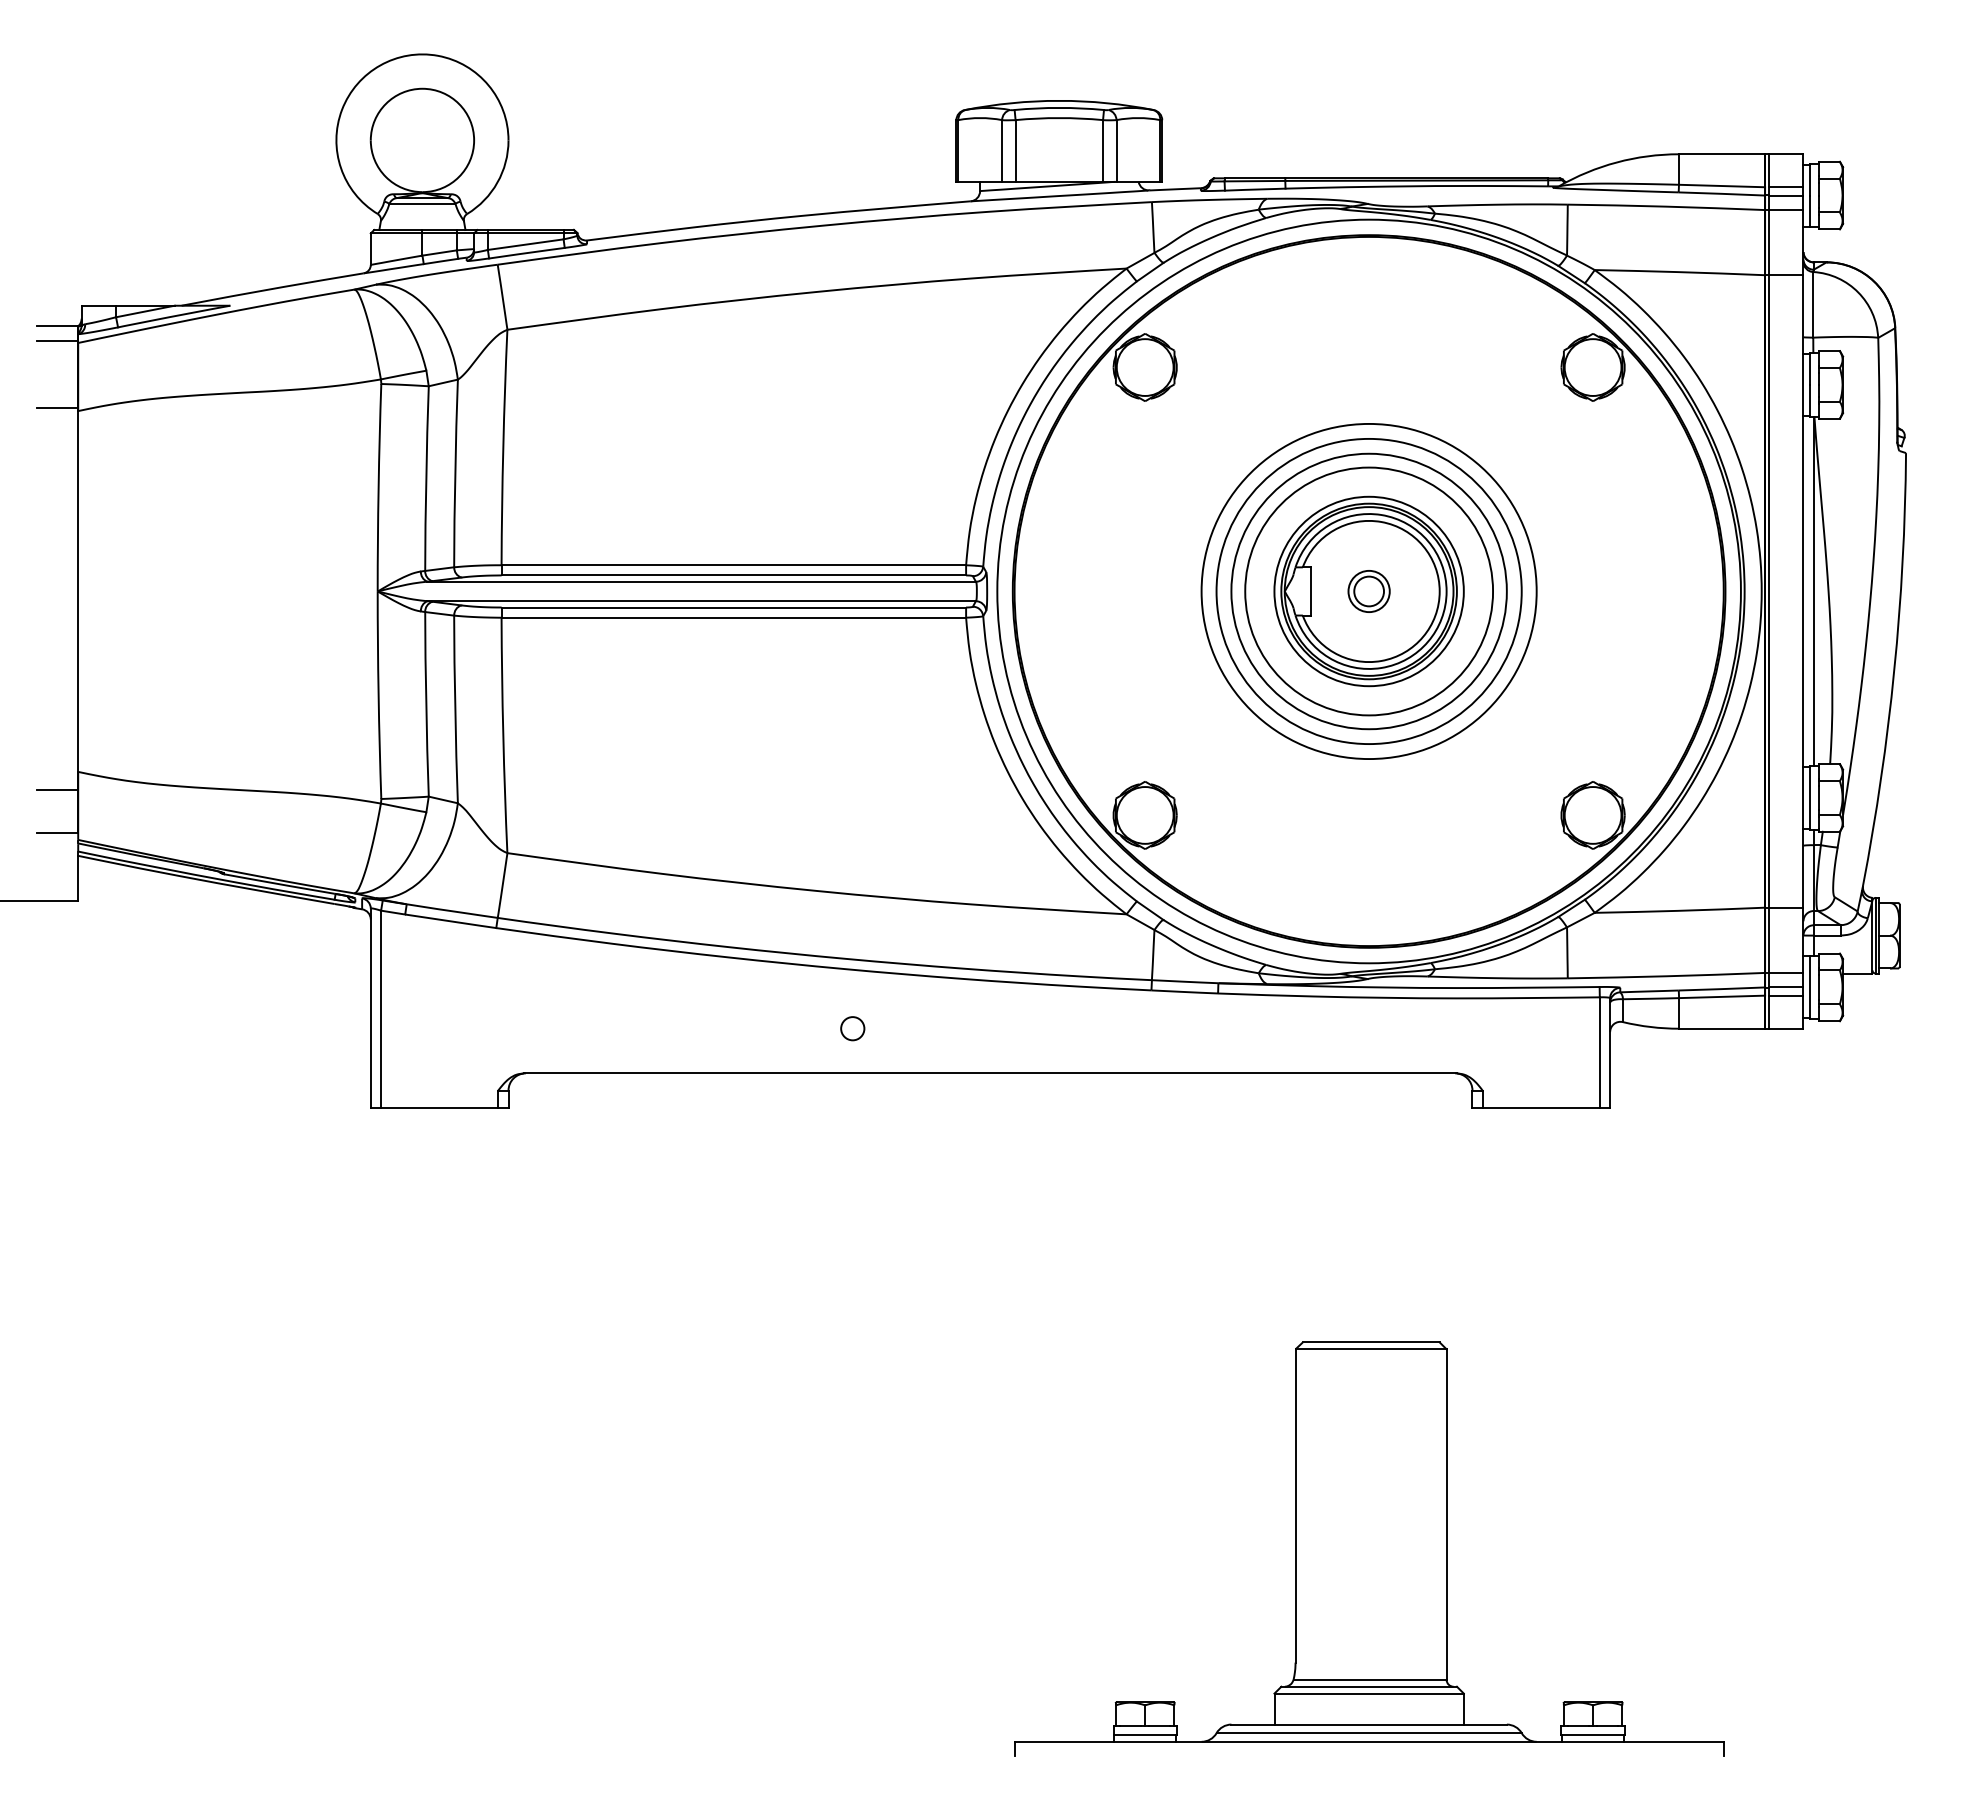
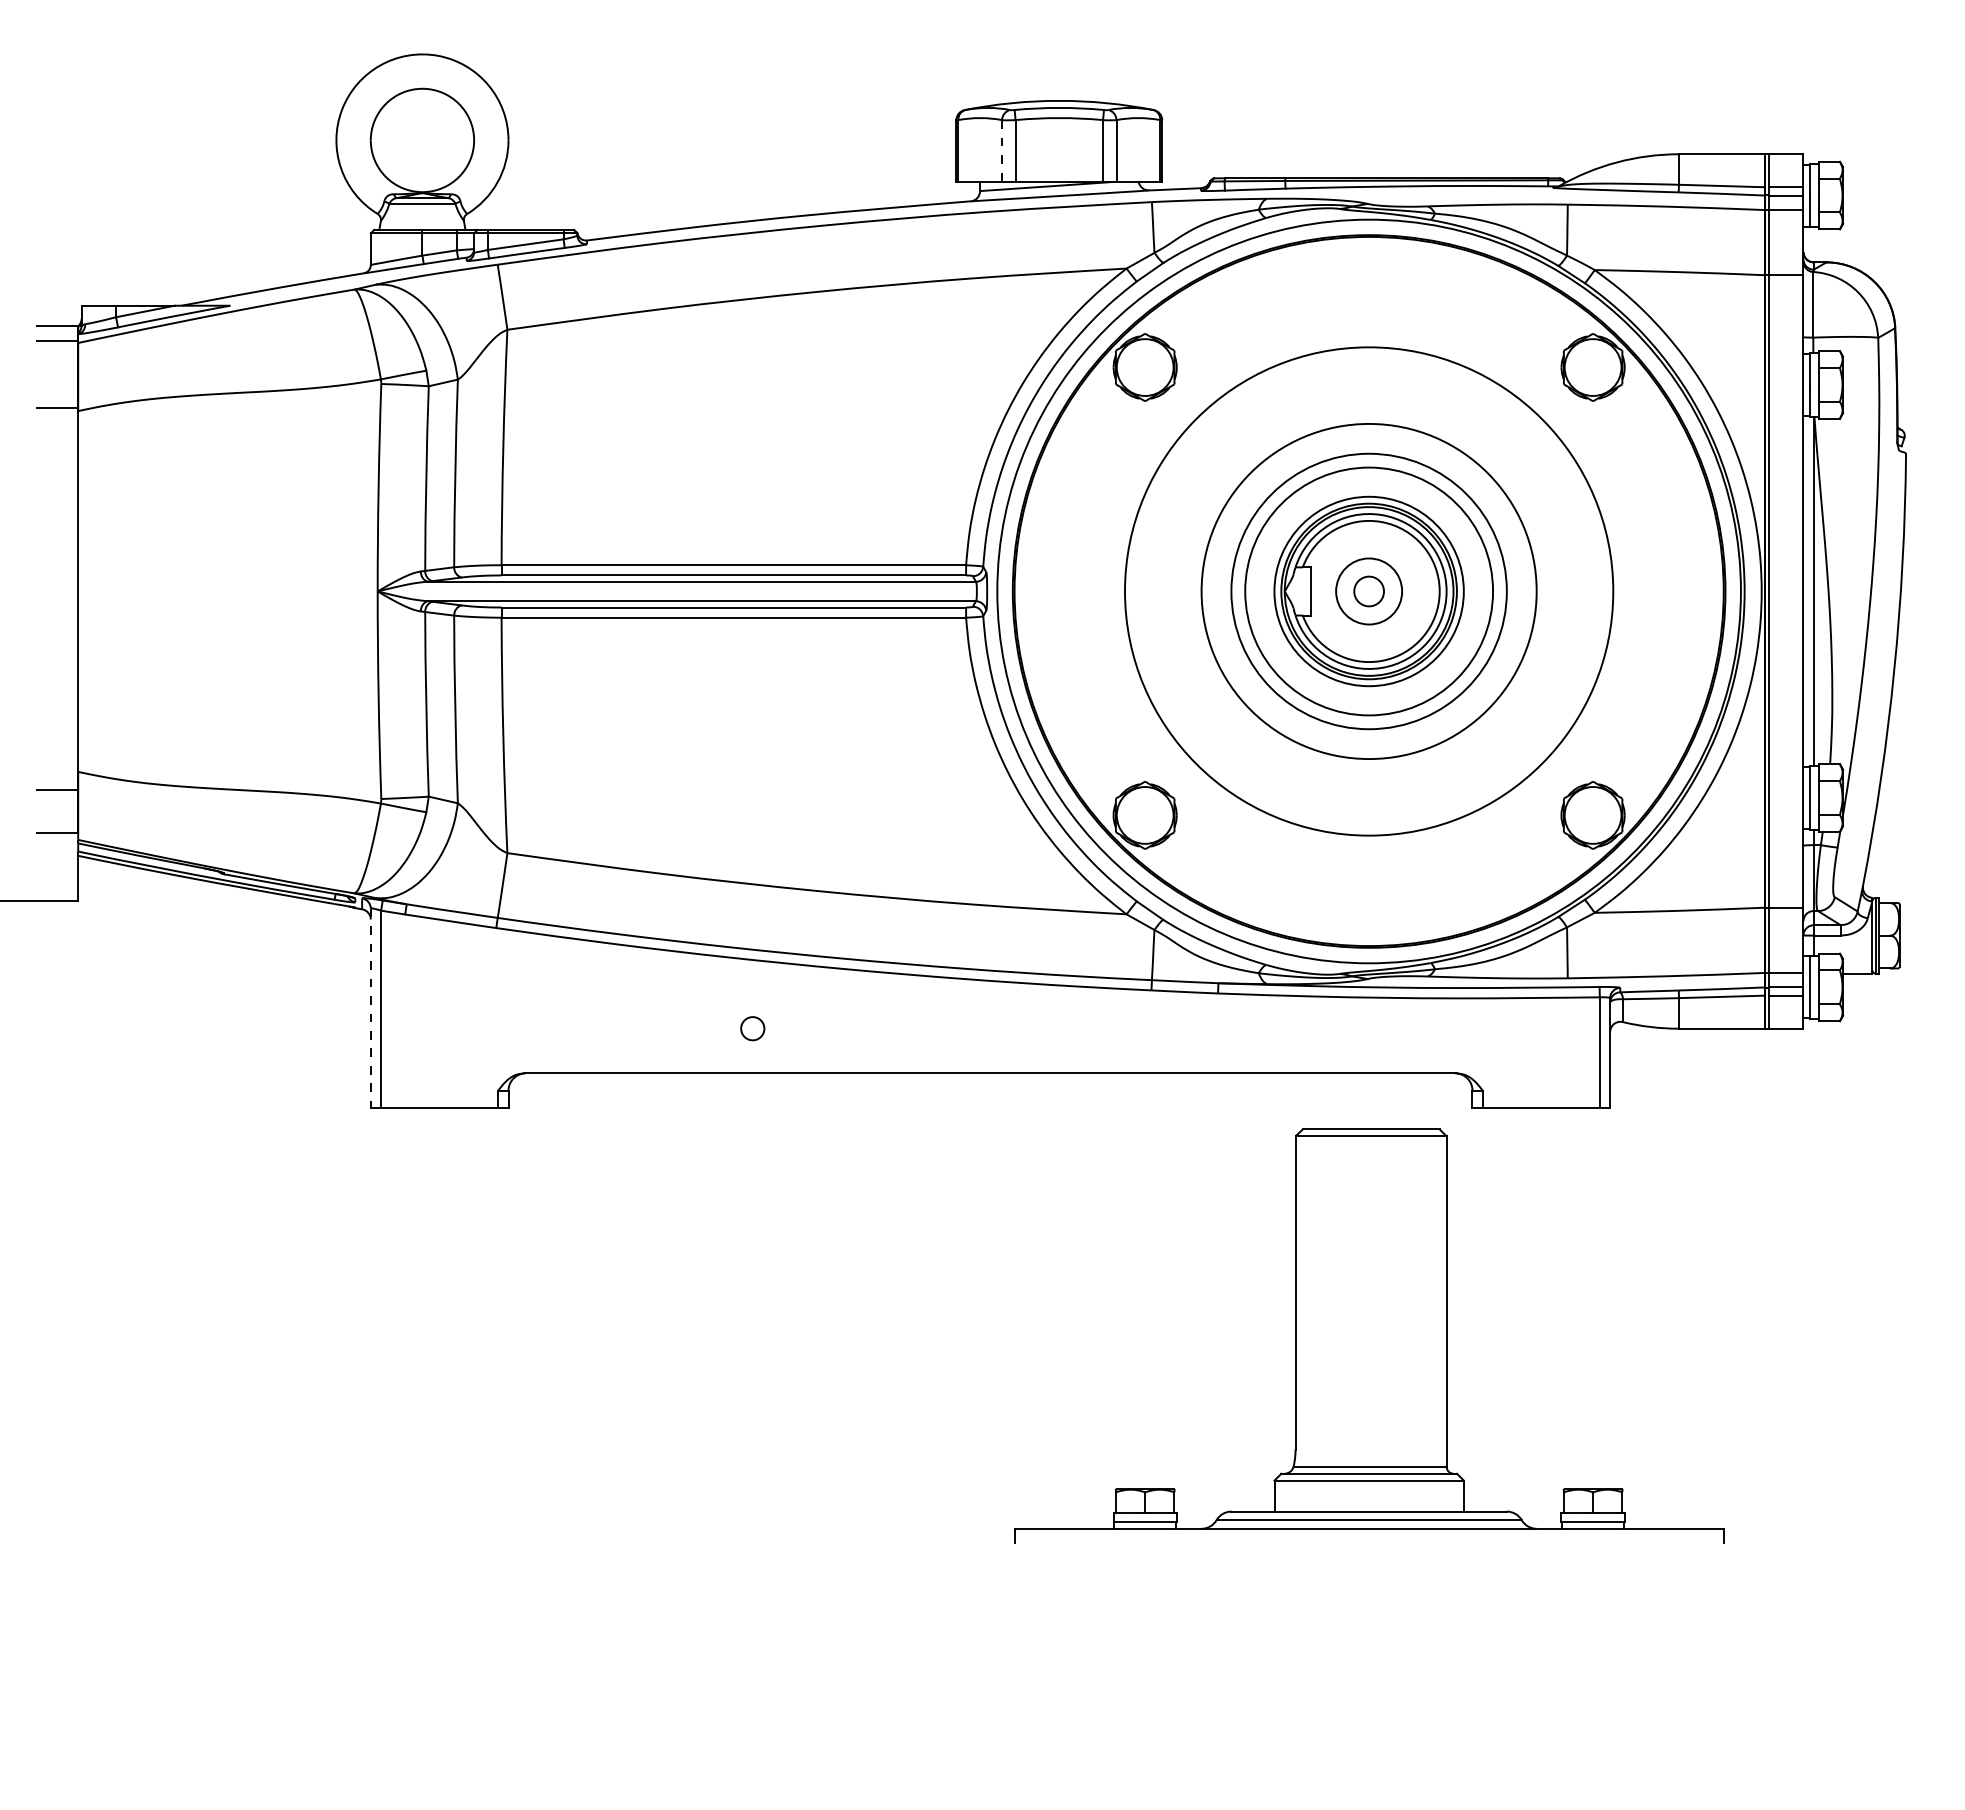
line at (1002, 151): solid -> dashed
circle at (1368, 591) diameter: 305 px -> 488 px
circle at (1368, 591) diameter: 41 px -> 66 px
line at (370, 1008): solid -> dashed
circle at (852, 1028) position: (852, 1028) -> (752, 1028)
part at (1369, 1548) position: (1369, 1548) -> (1369, 1335)
